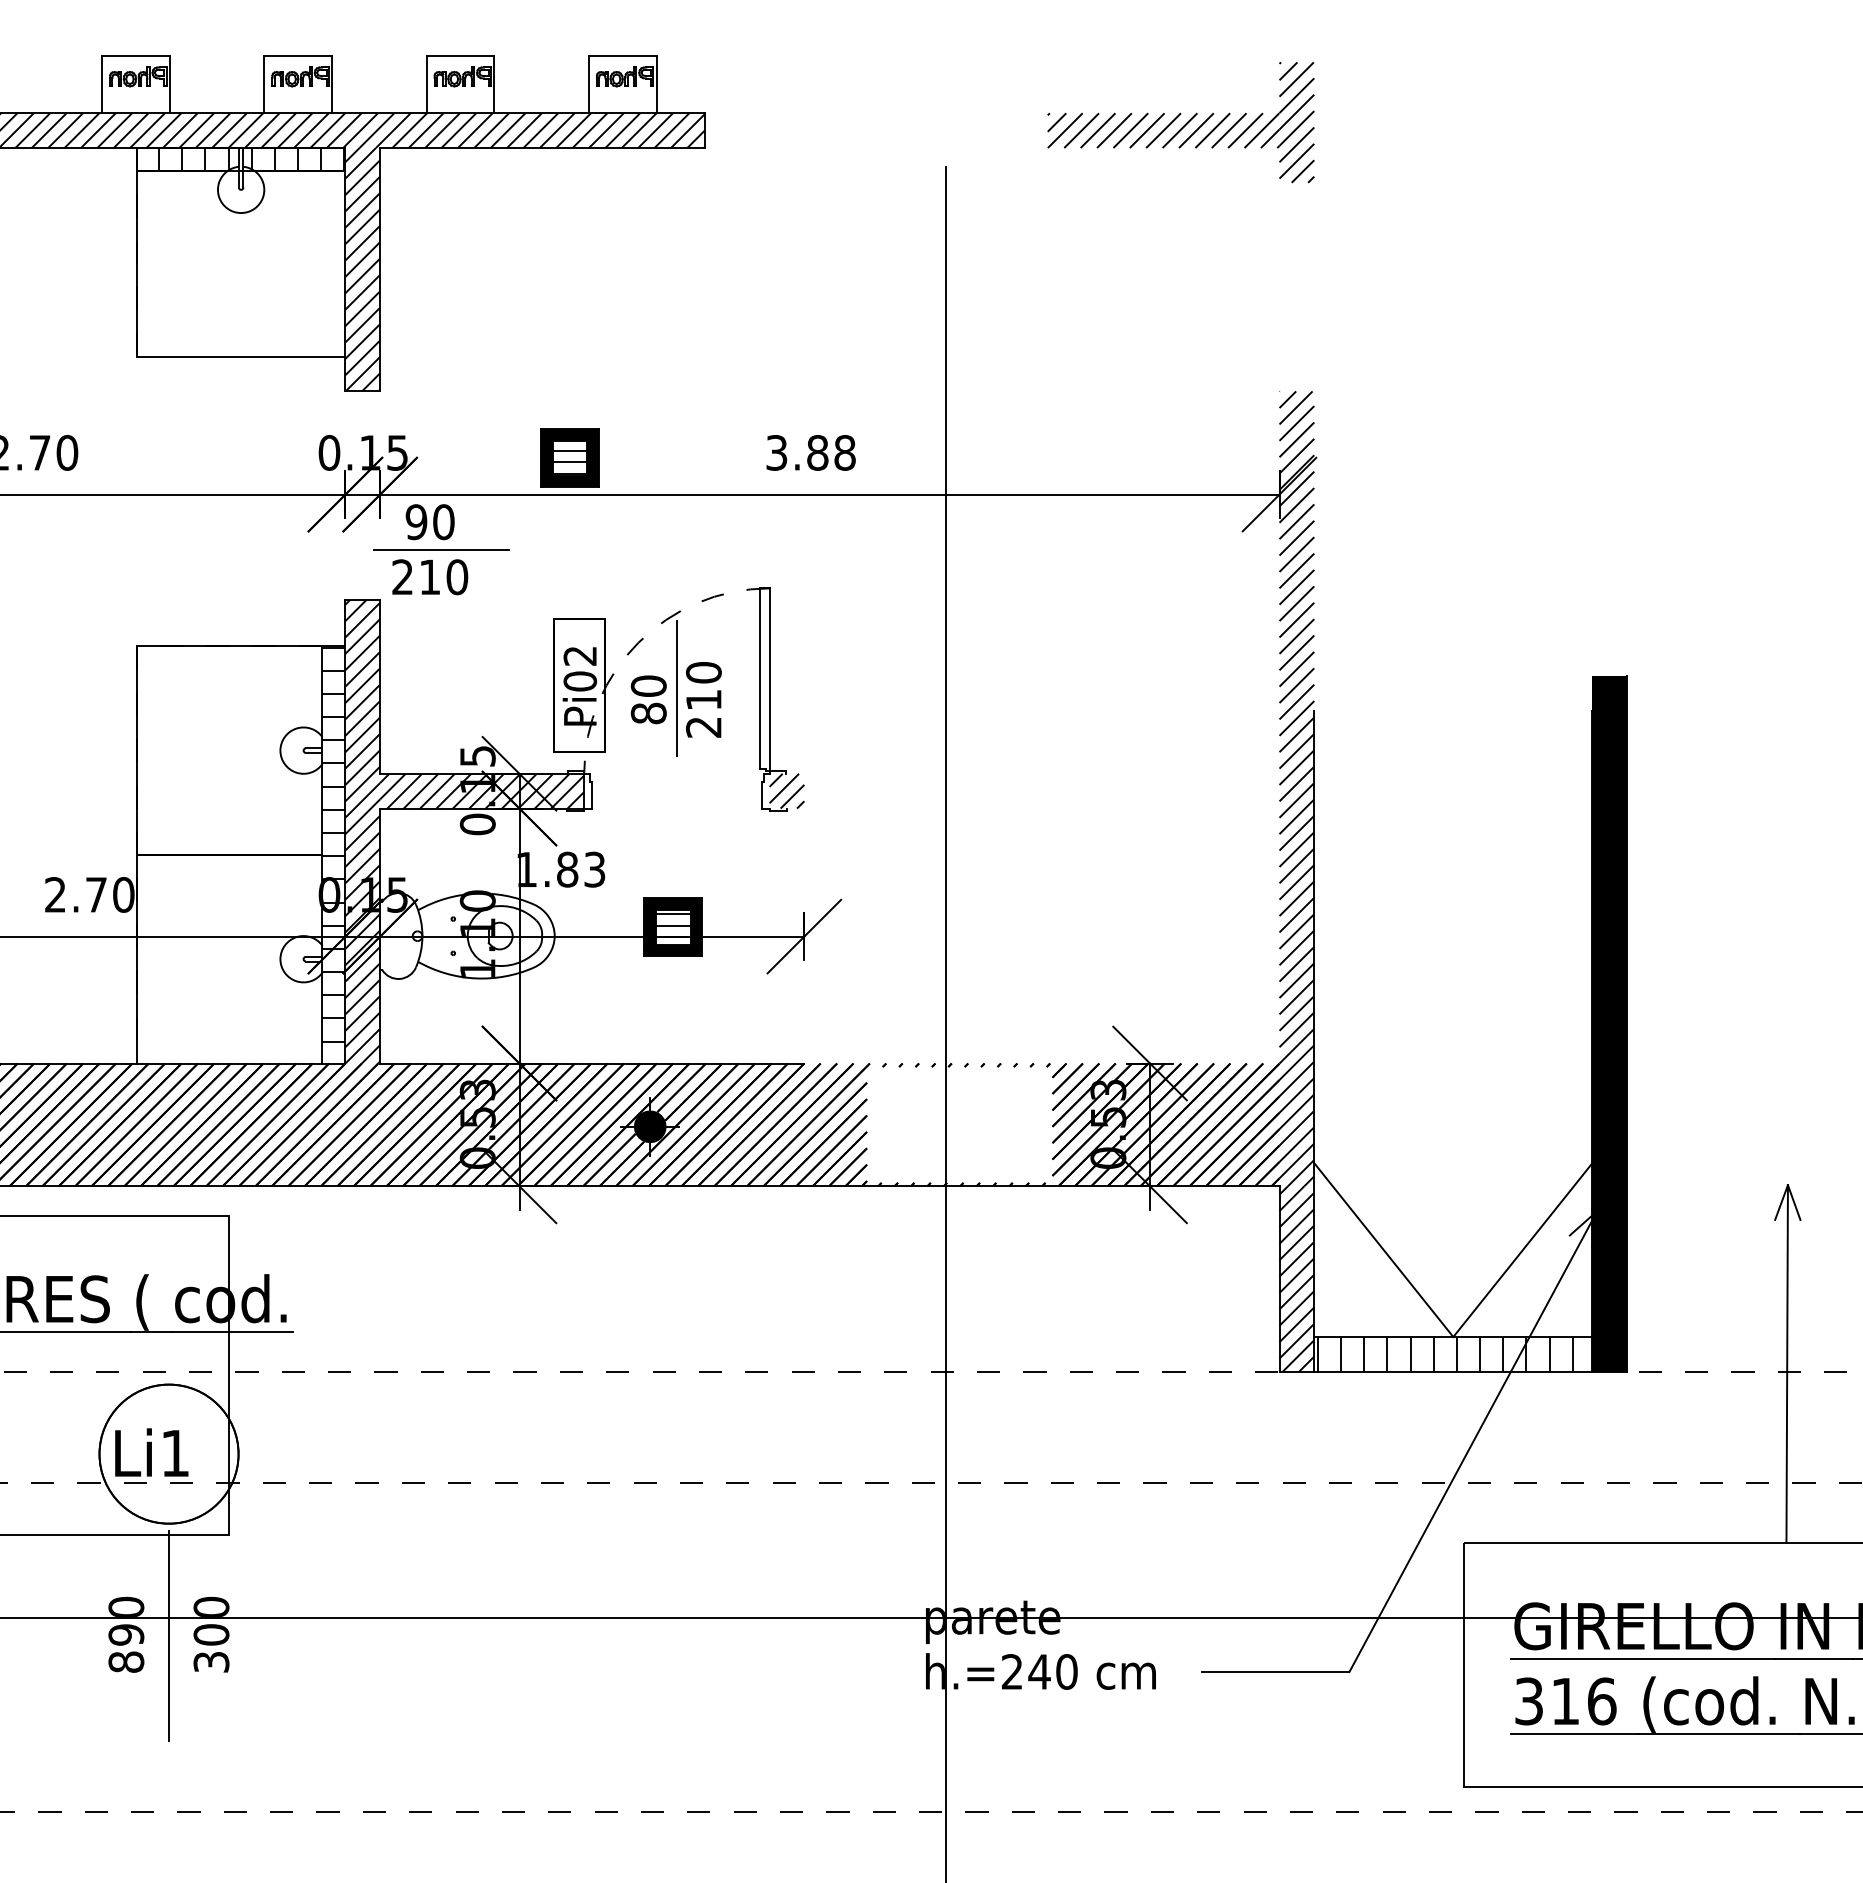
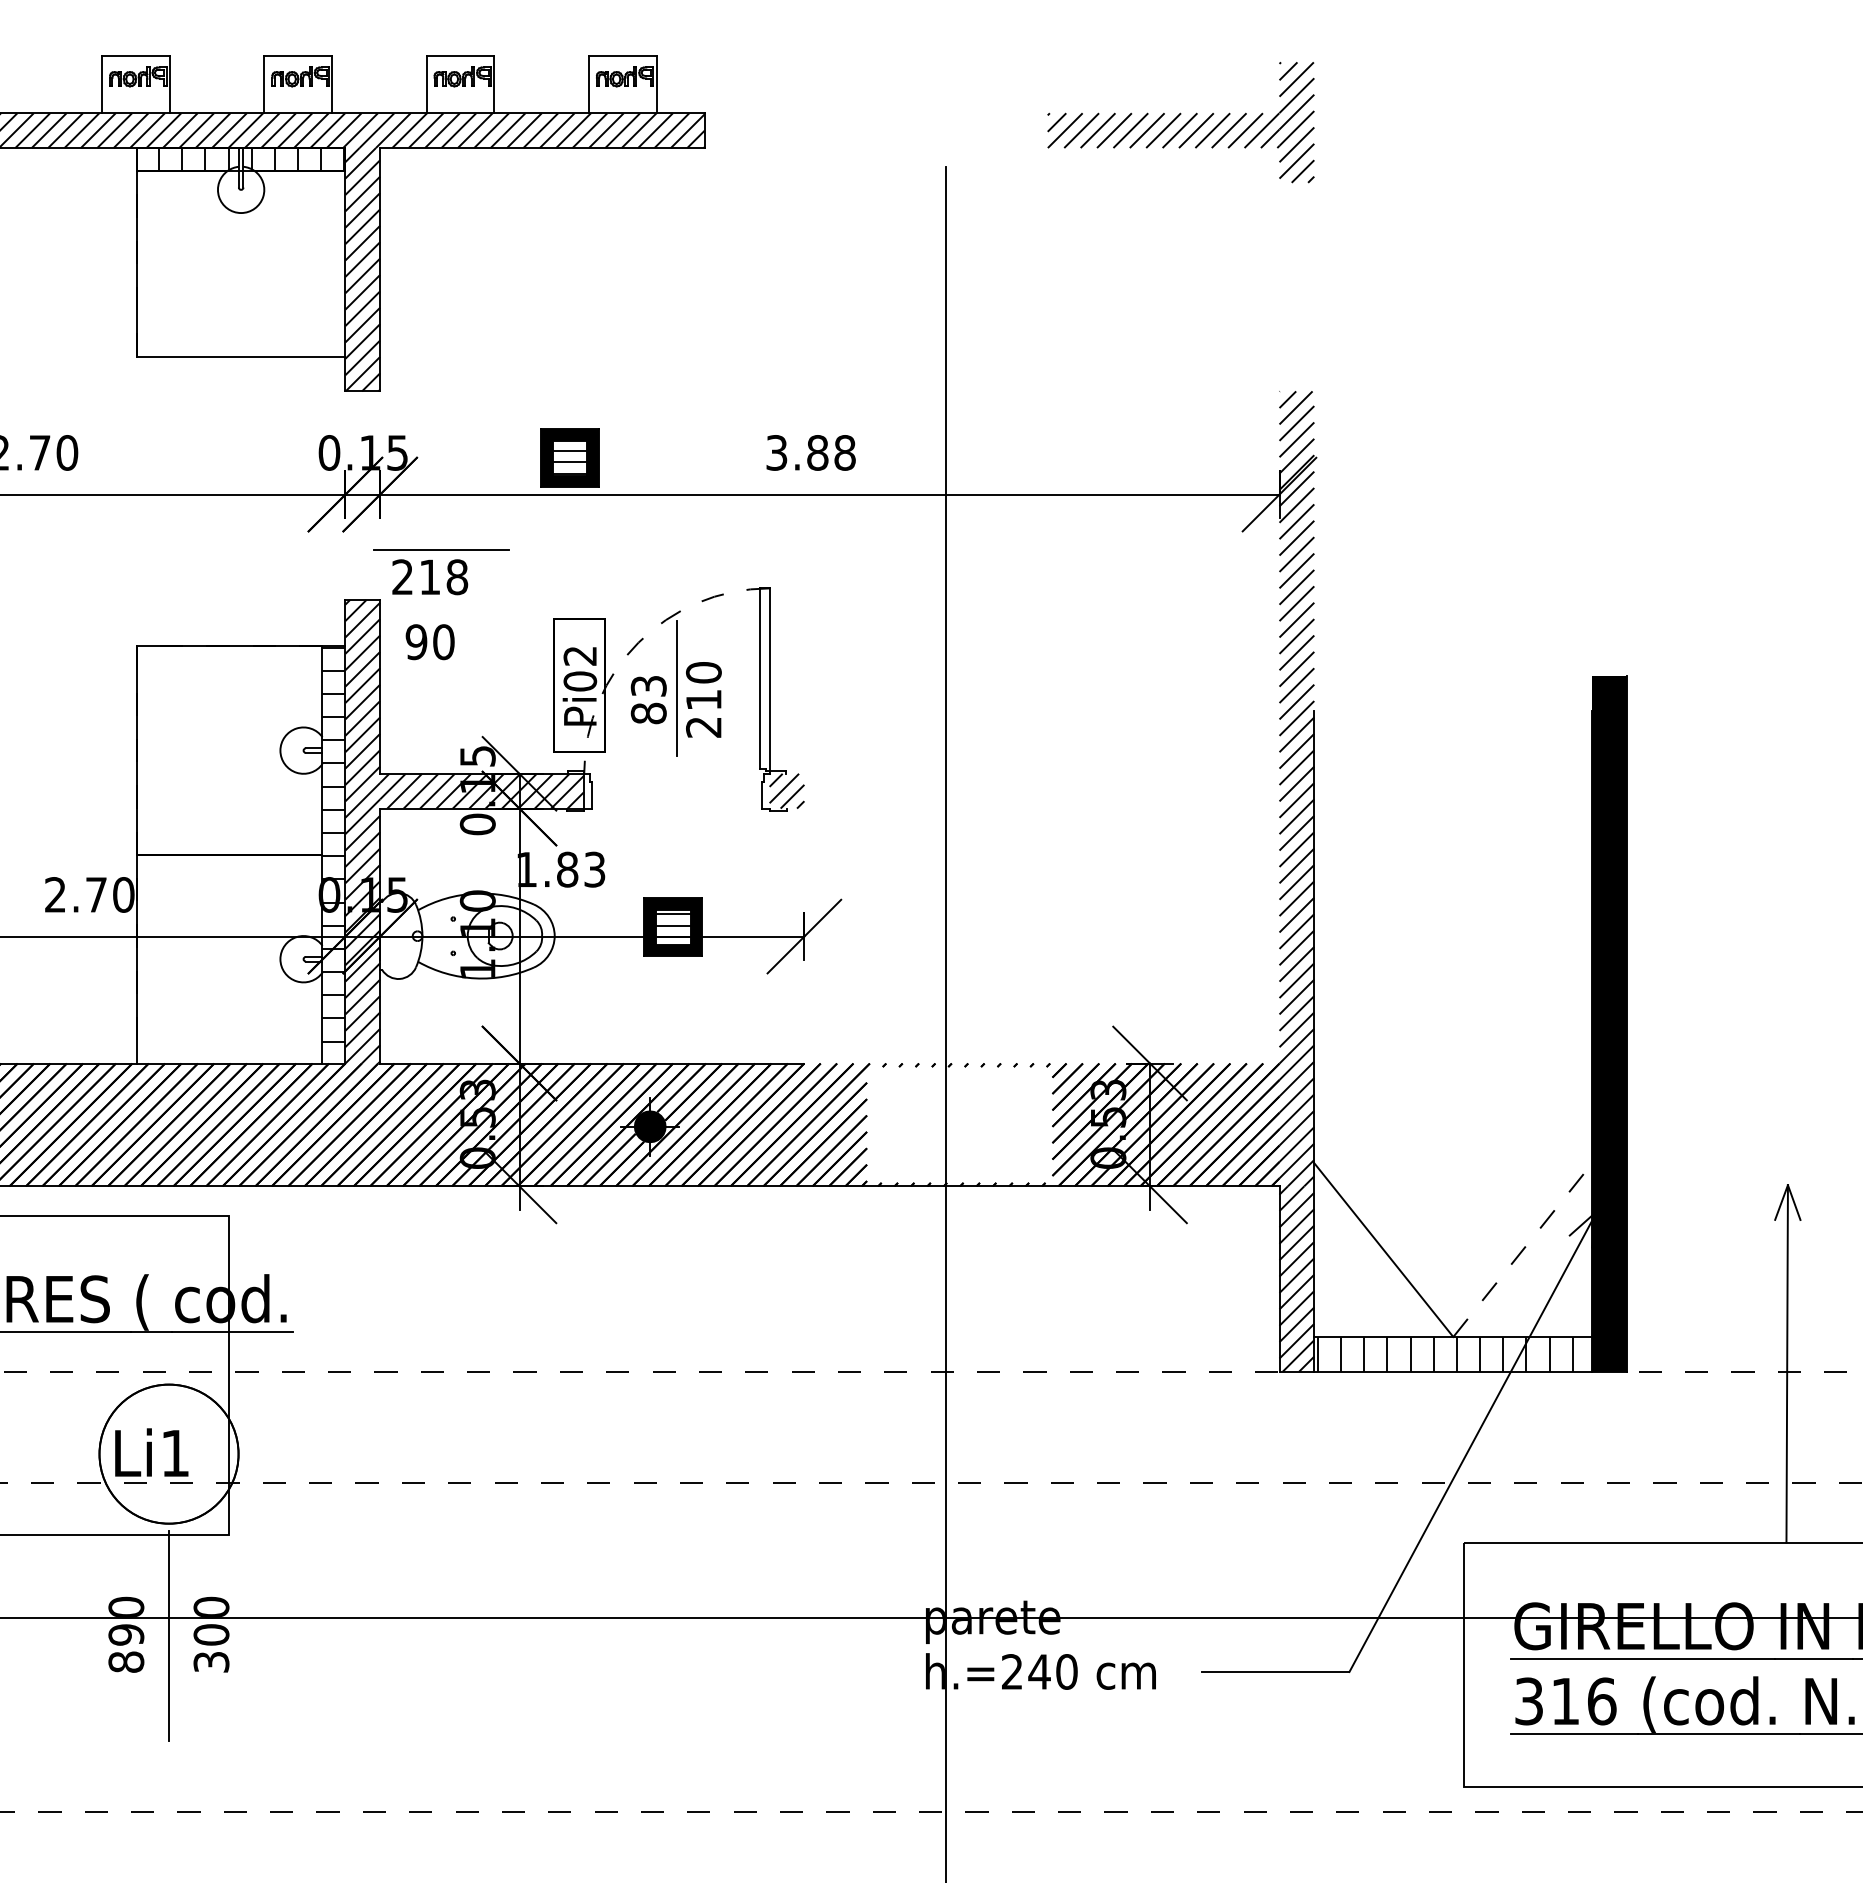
text at (429, 522) position: (429, 522) -> (429, 642)
text at (457, 577): 210 -> 218
text at (648, 685): 80 -> 83
line at (1523, 1249): solid -> dashed
